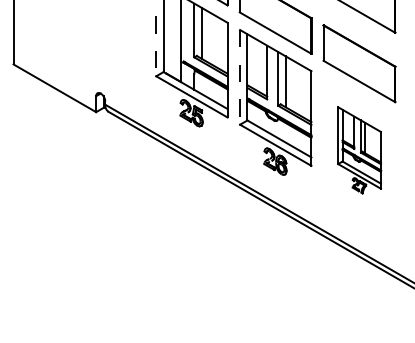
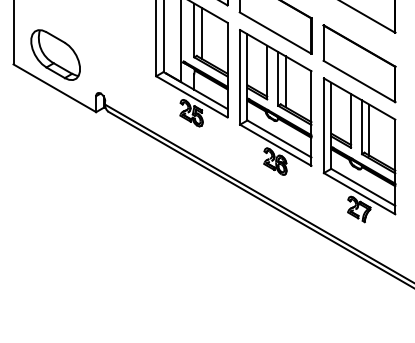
line at (156, 38): dashed -> solid
part at (55, 54): none -> present
line at (240, 77): dashed -> solid
part at (359, 150) size: 46x89 px -> 75x147 px
